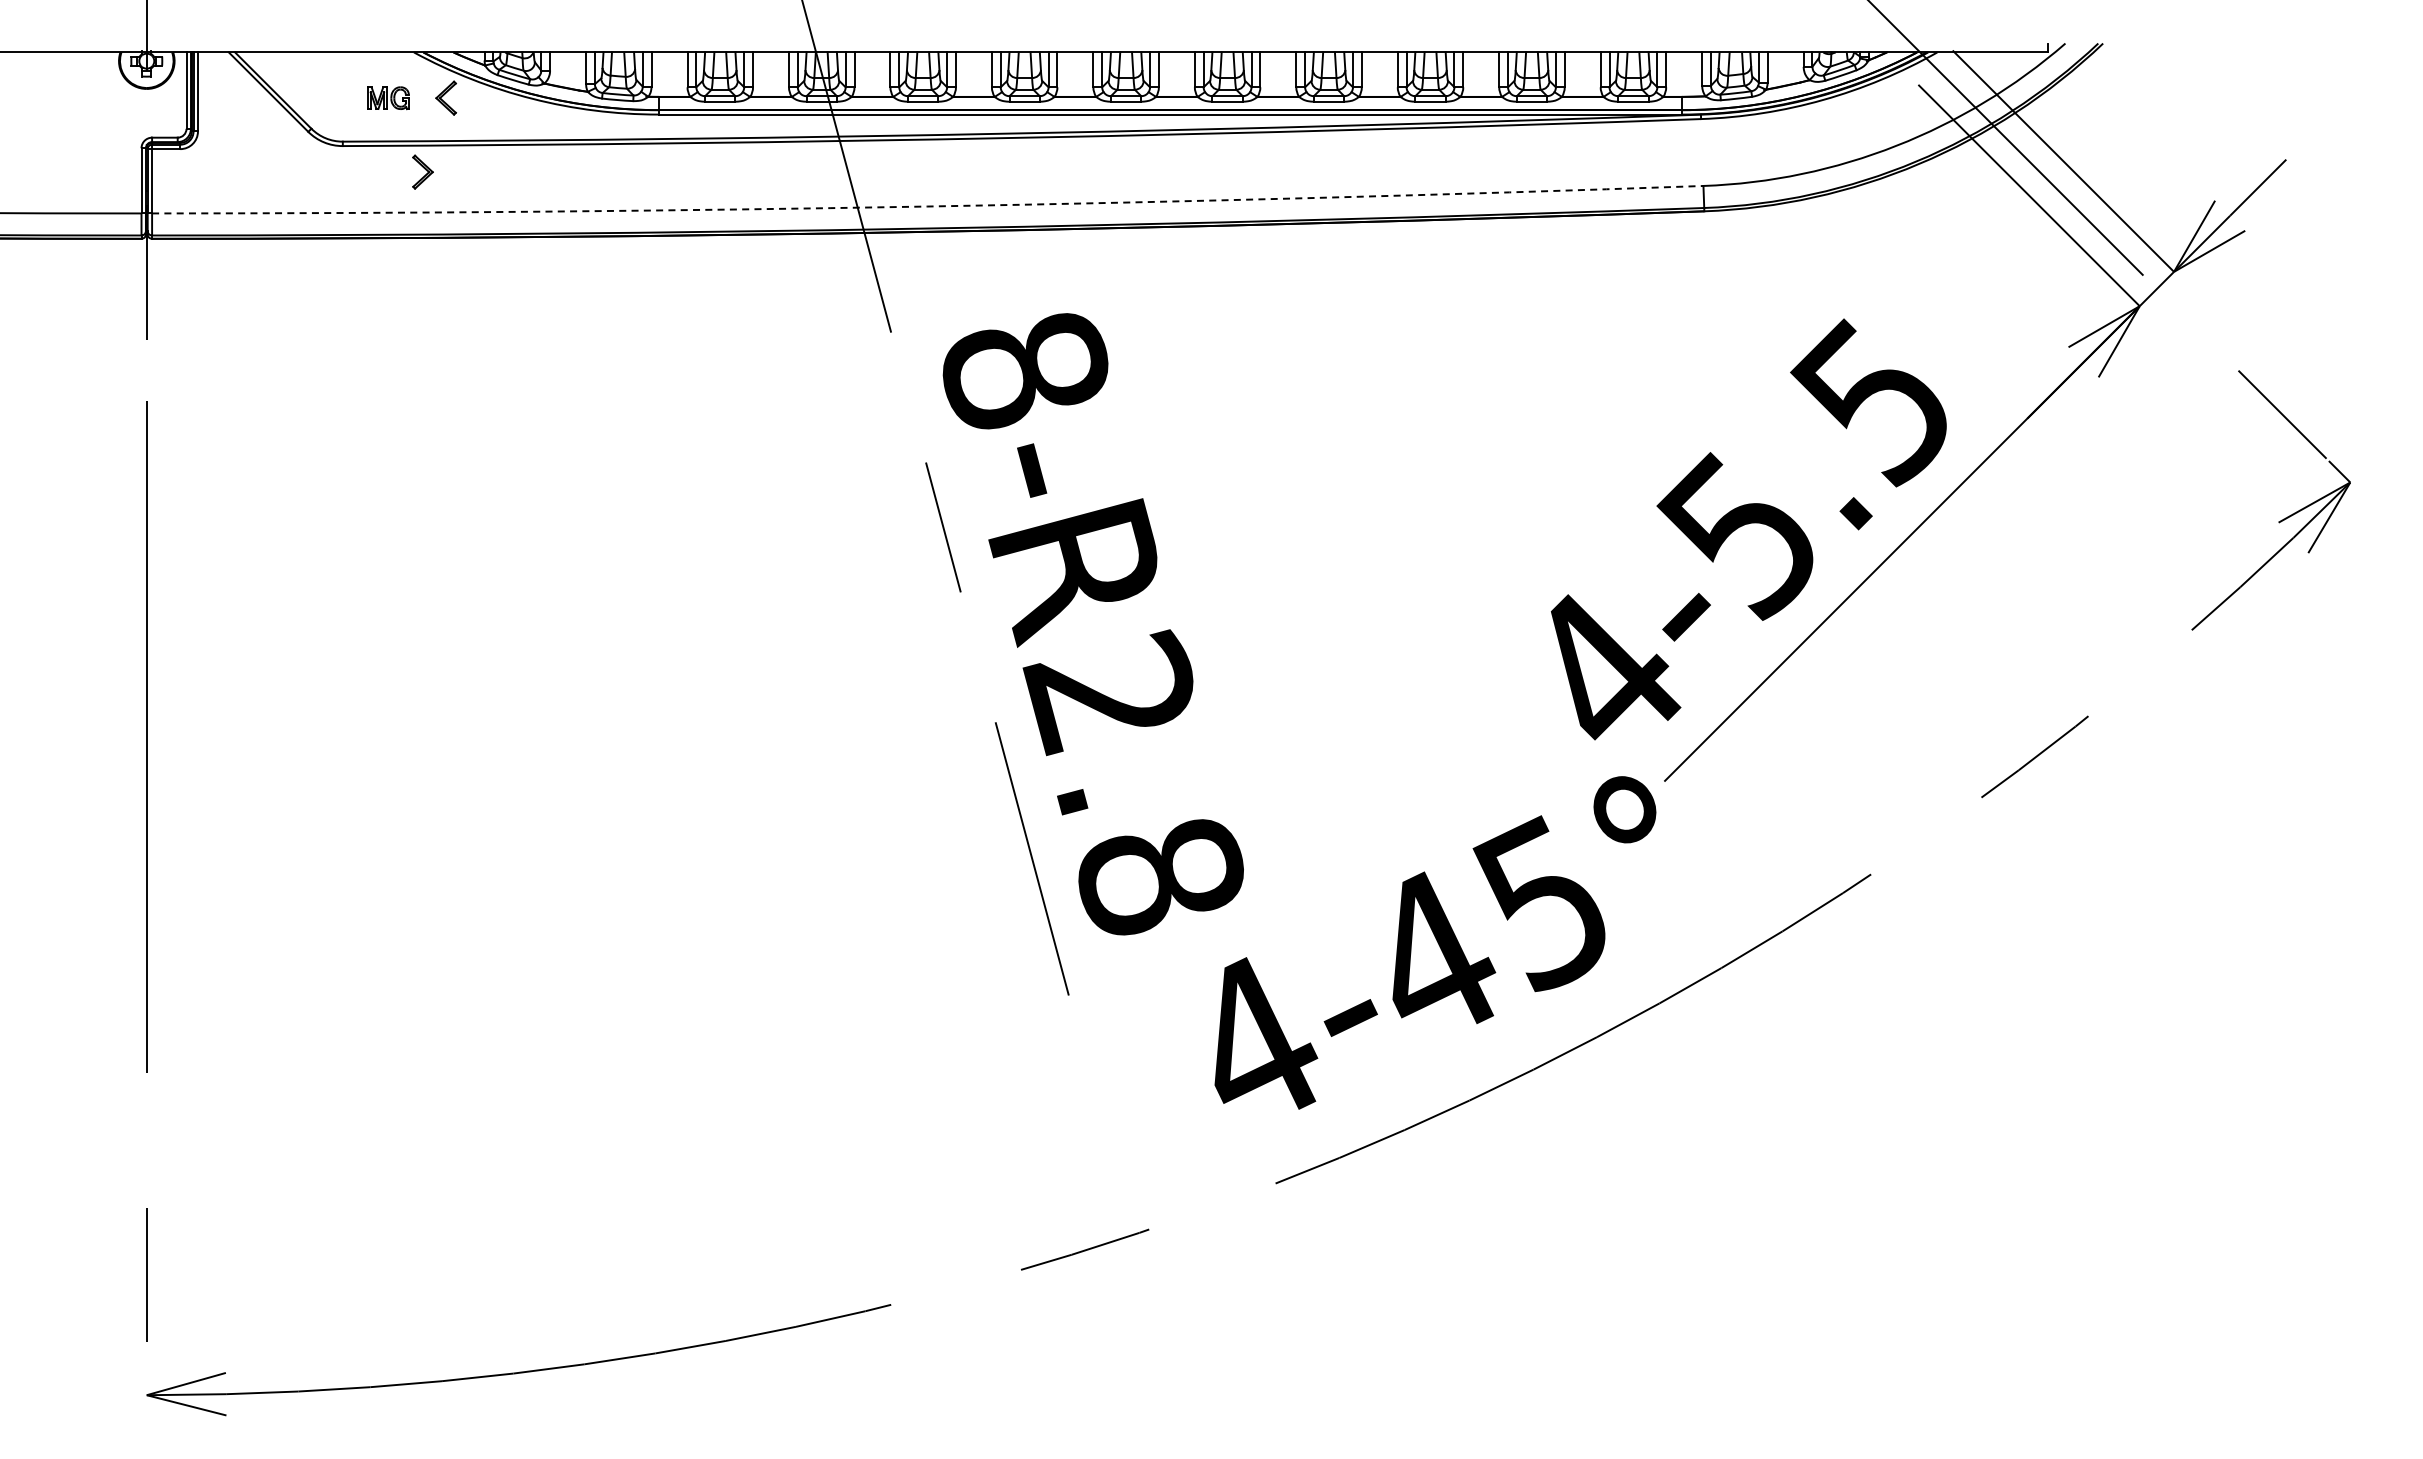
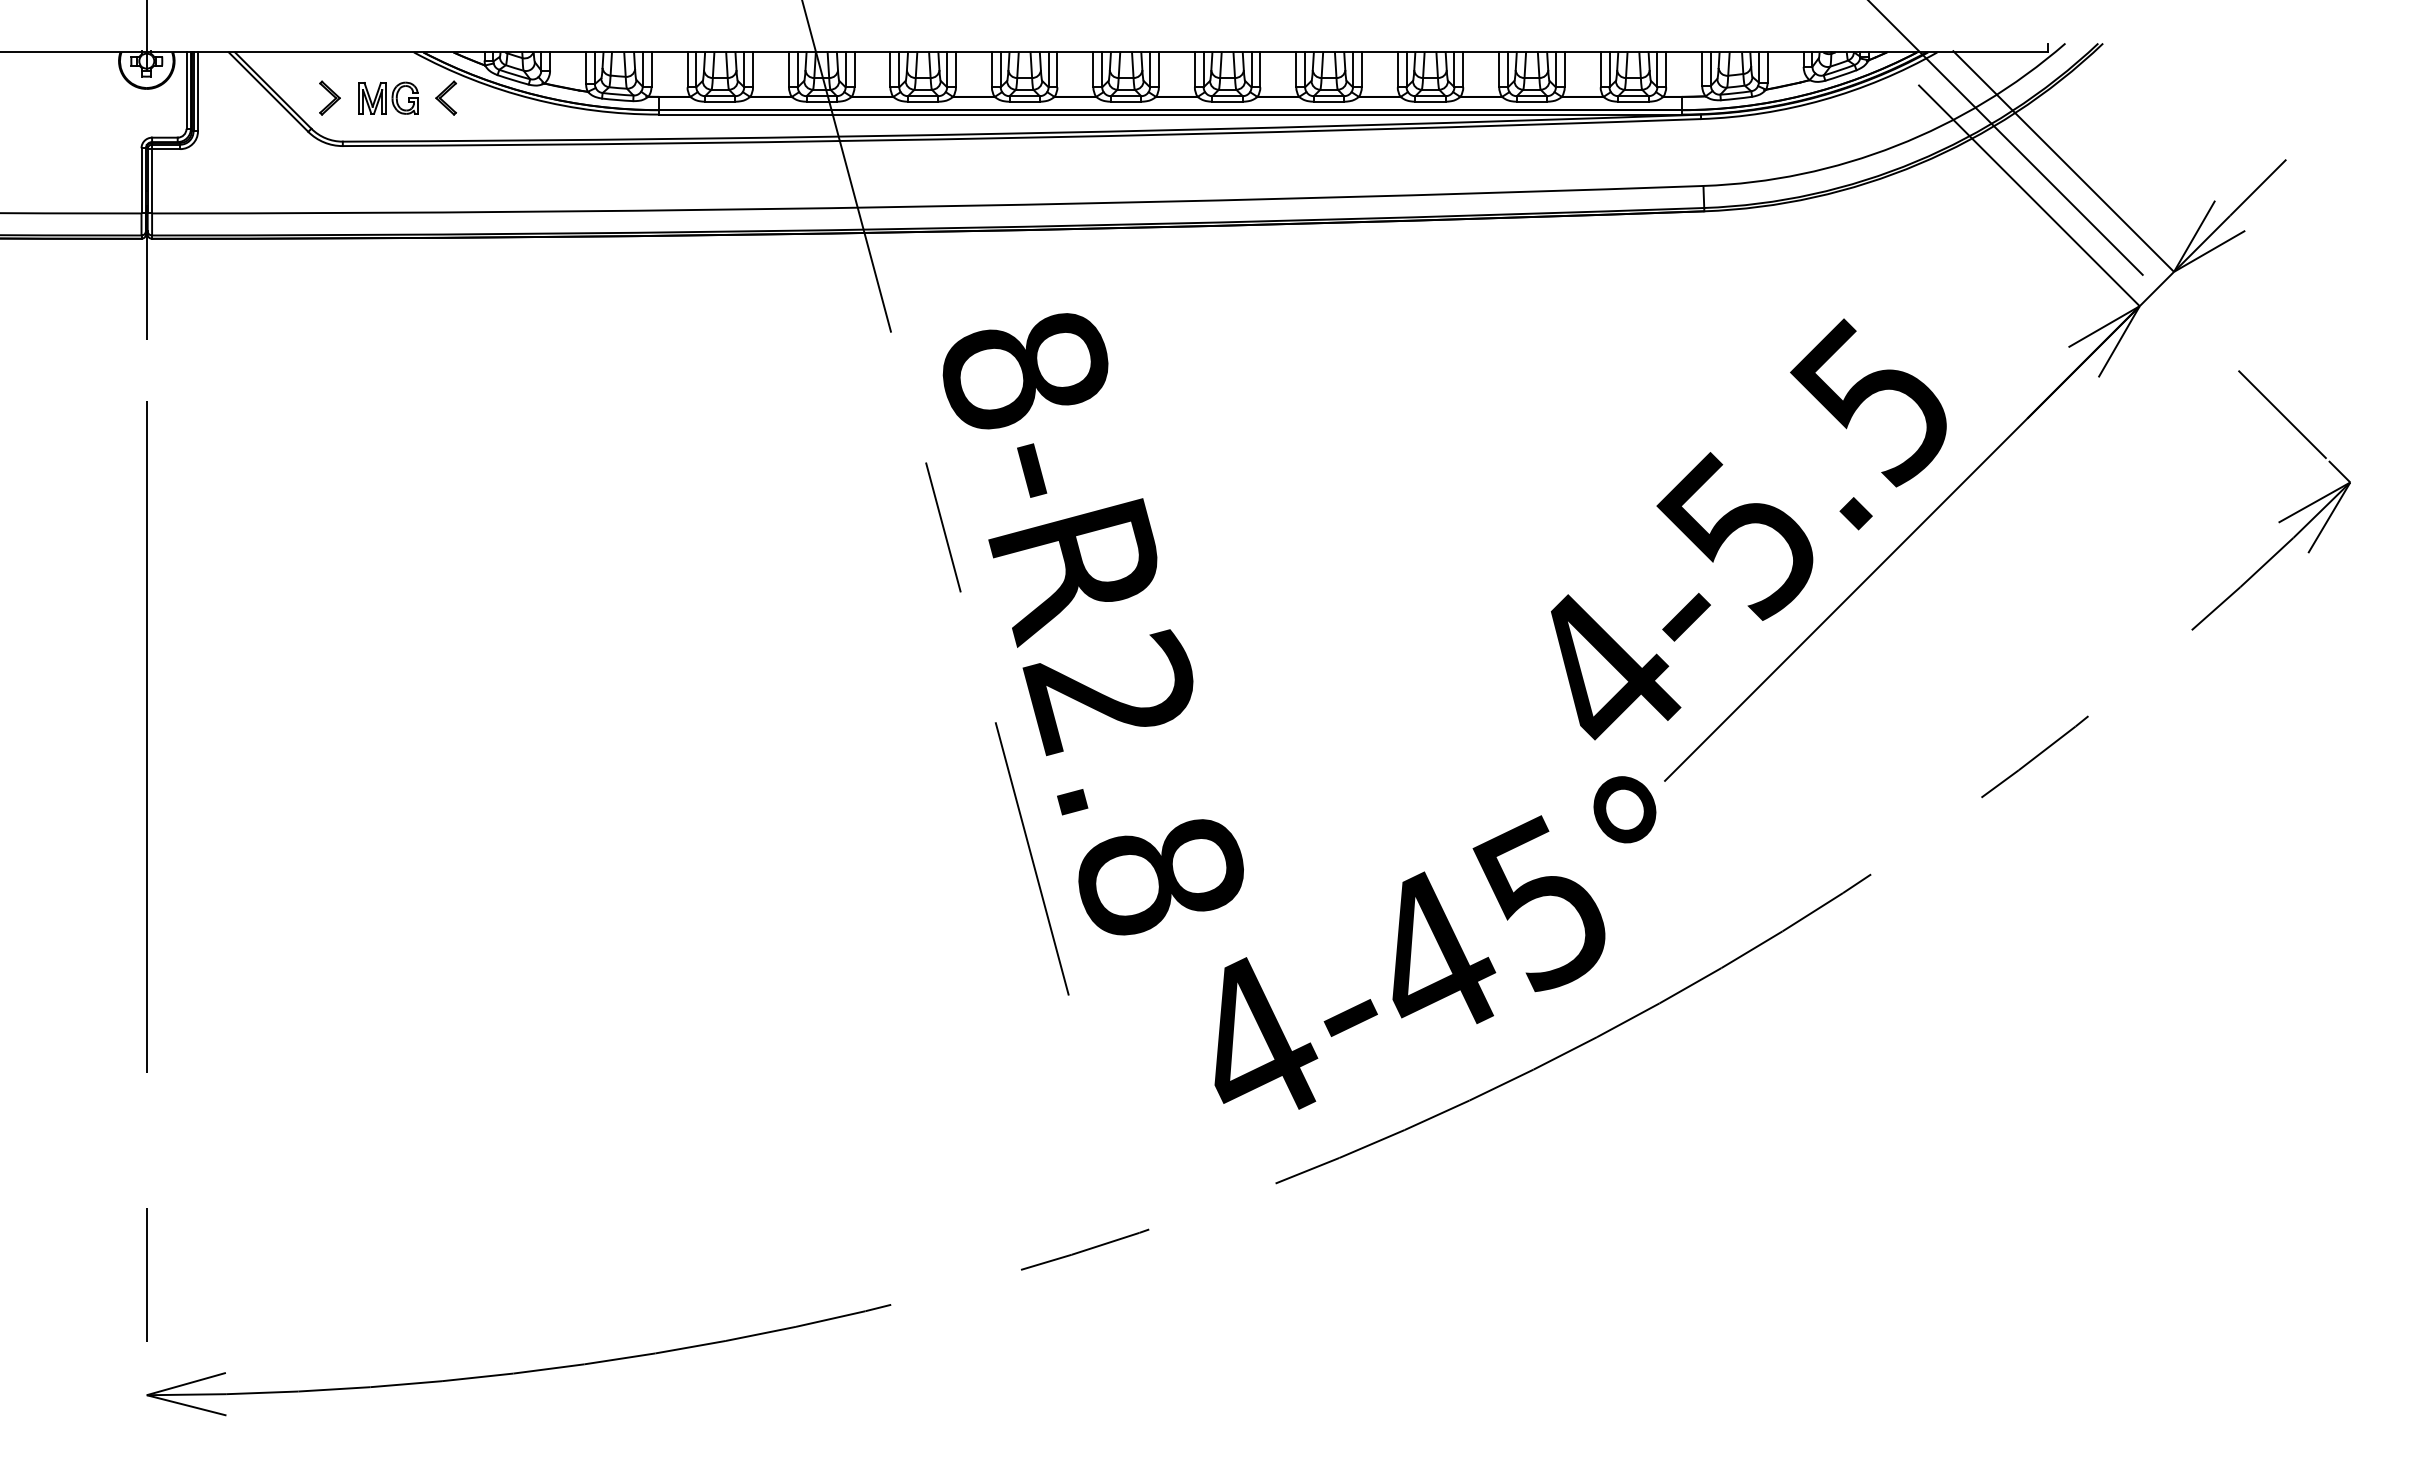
part at (388, 98) size: 43x25 px -> 61x34 px
part at (422, 171) position: (422, 171) -> (329, 97)
arc at (927, 206): dashed -> solid
